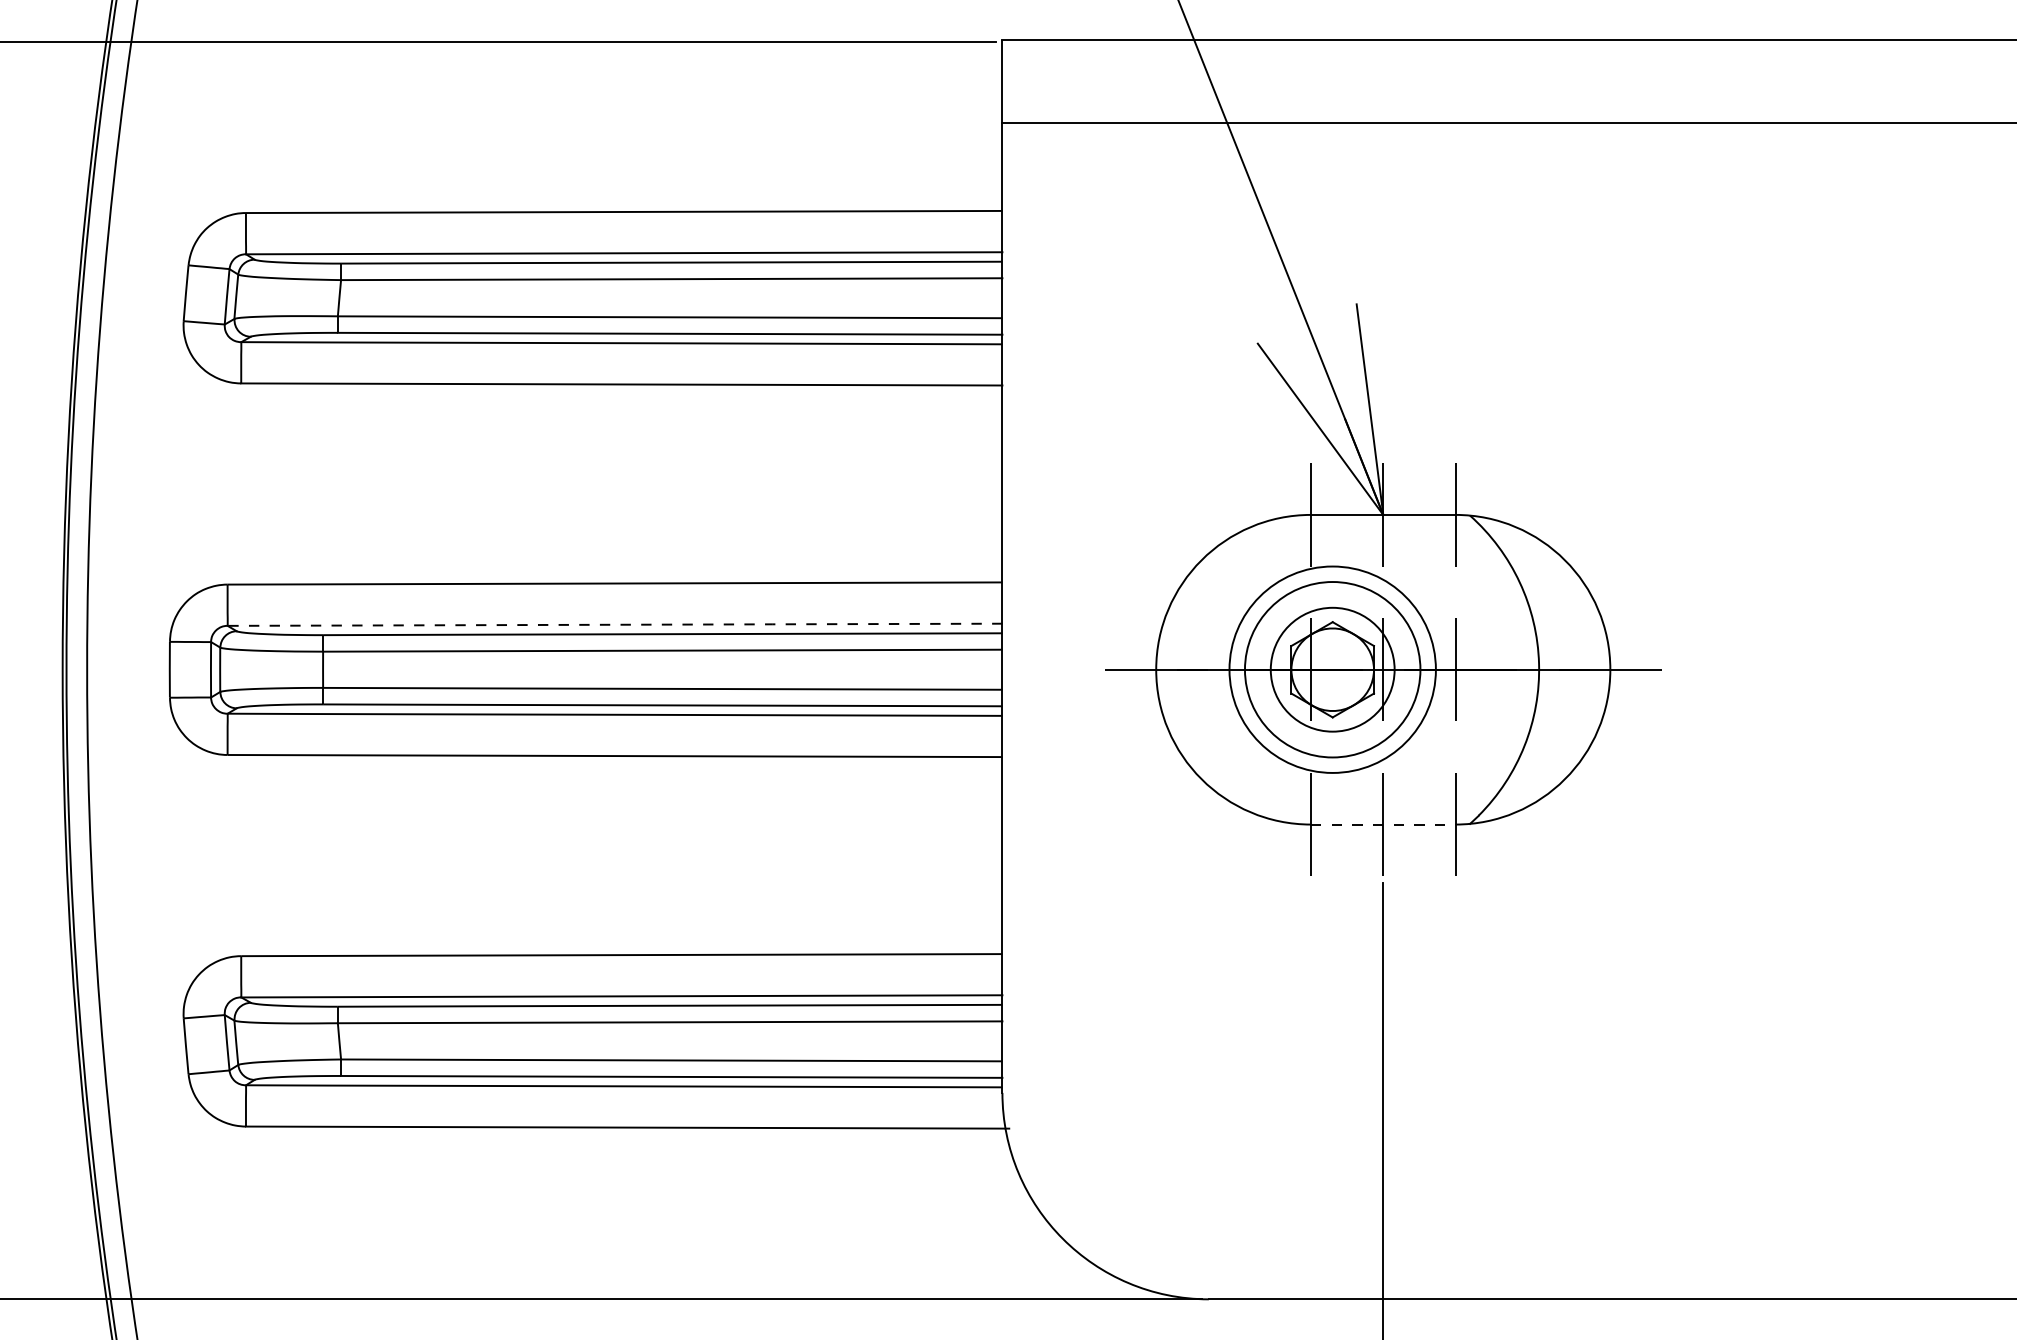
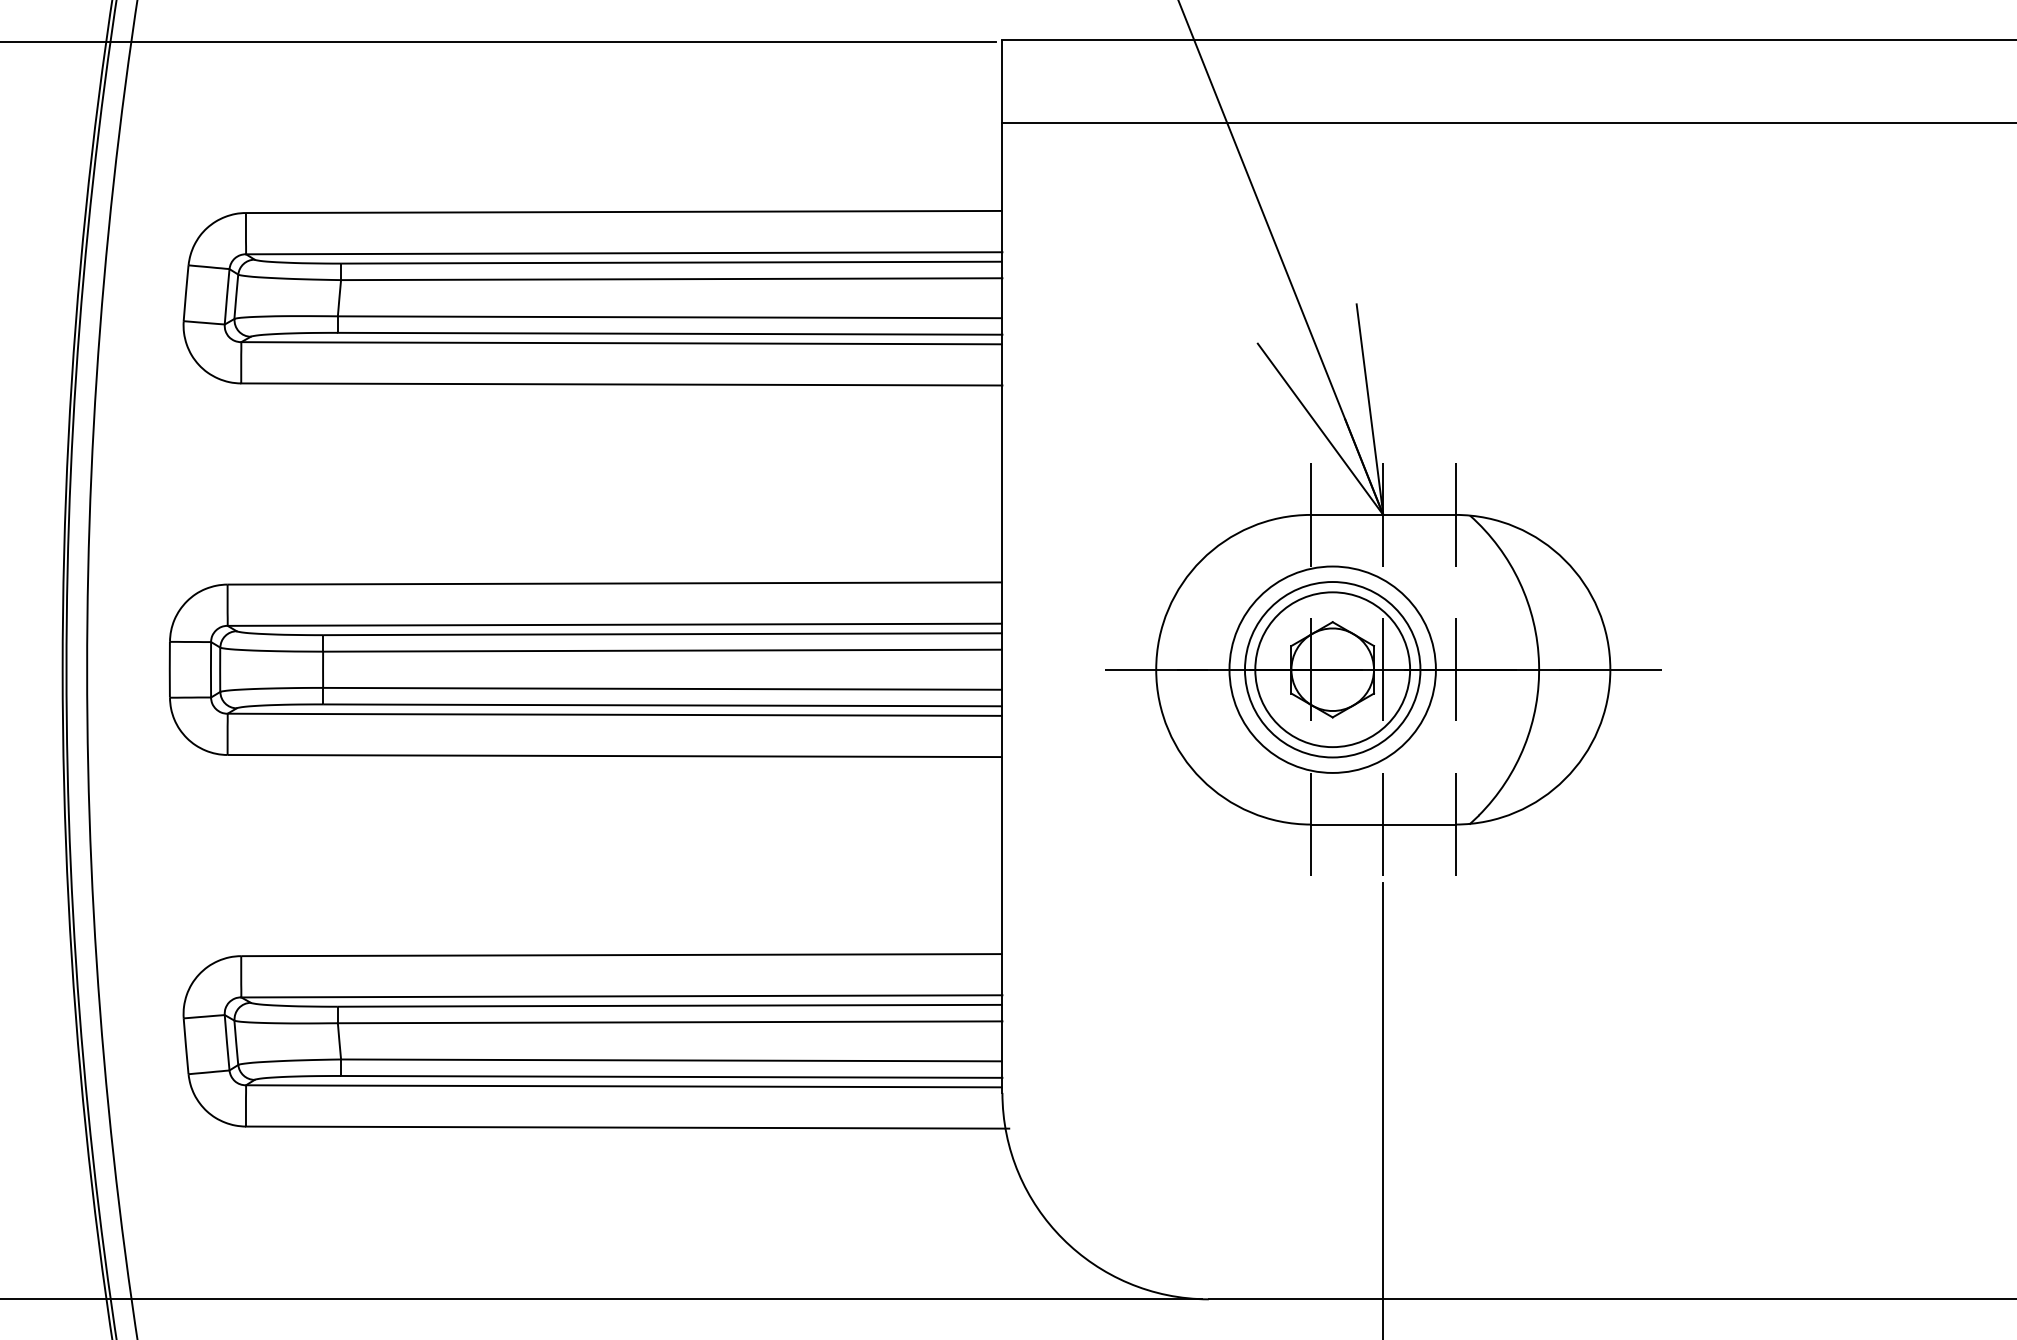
line at (615, 624): dashed -> solid
circle at (1332, 669) diameter: 124 px -> 155 px
line at (1383, 824): dashed -> solid
